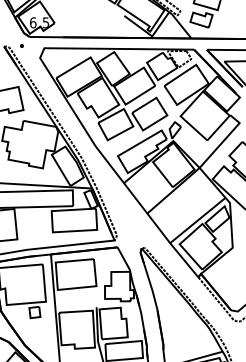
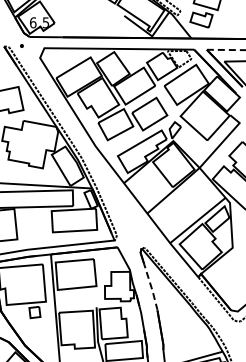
line at (226, 49): solid -> dashed
line at (151, 287): solid -> dashed
